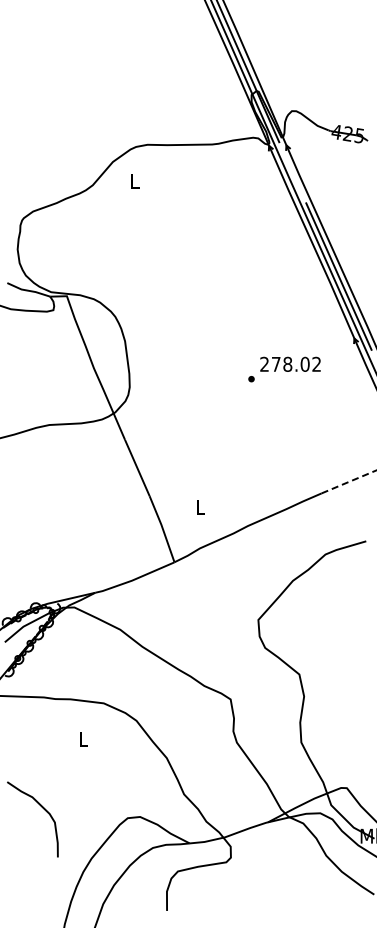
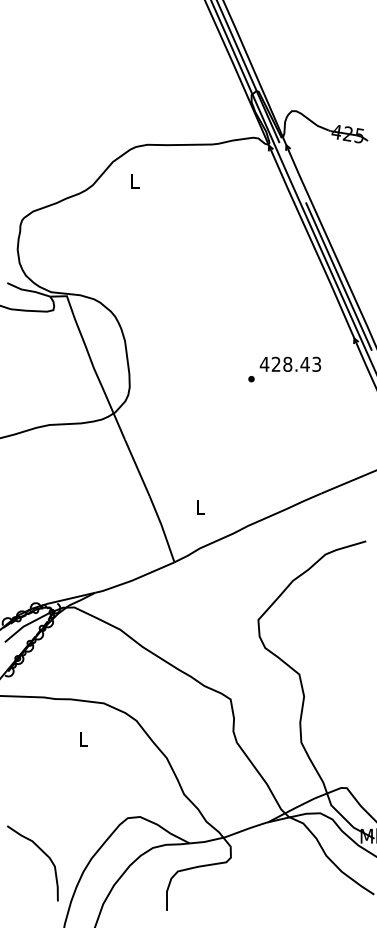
text at (290, 363): 278.02 -> 428.43
line at (349, 481): dashed -> solid
curve at (42, 808) position: (42, 808) -> (42, 852)
